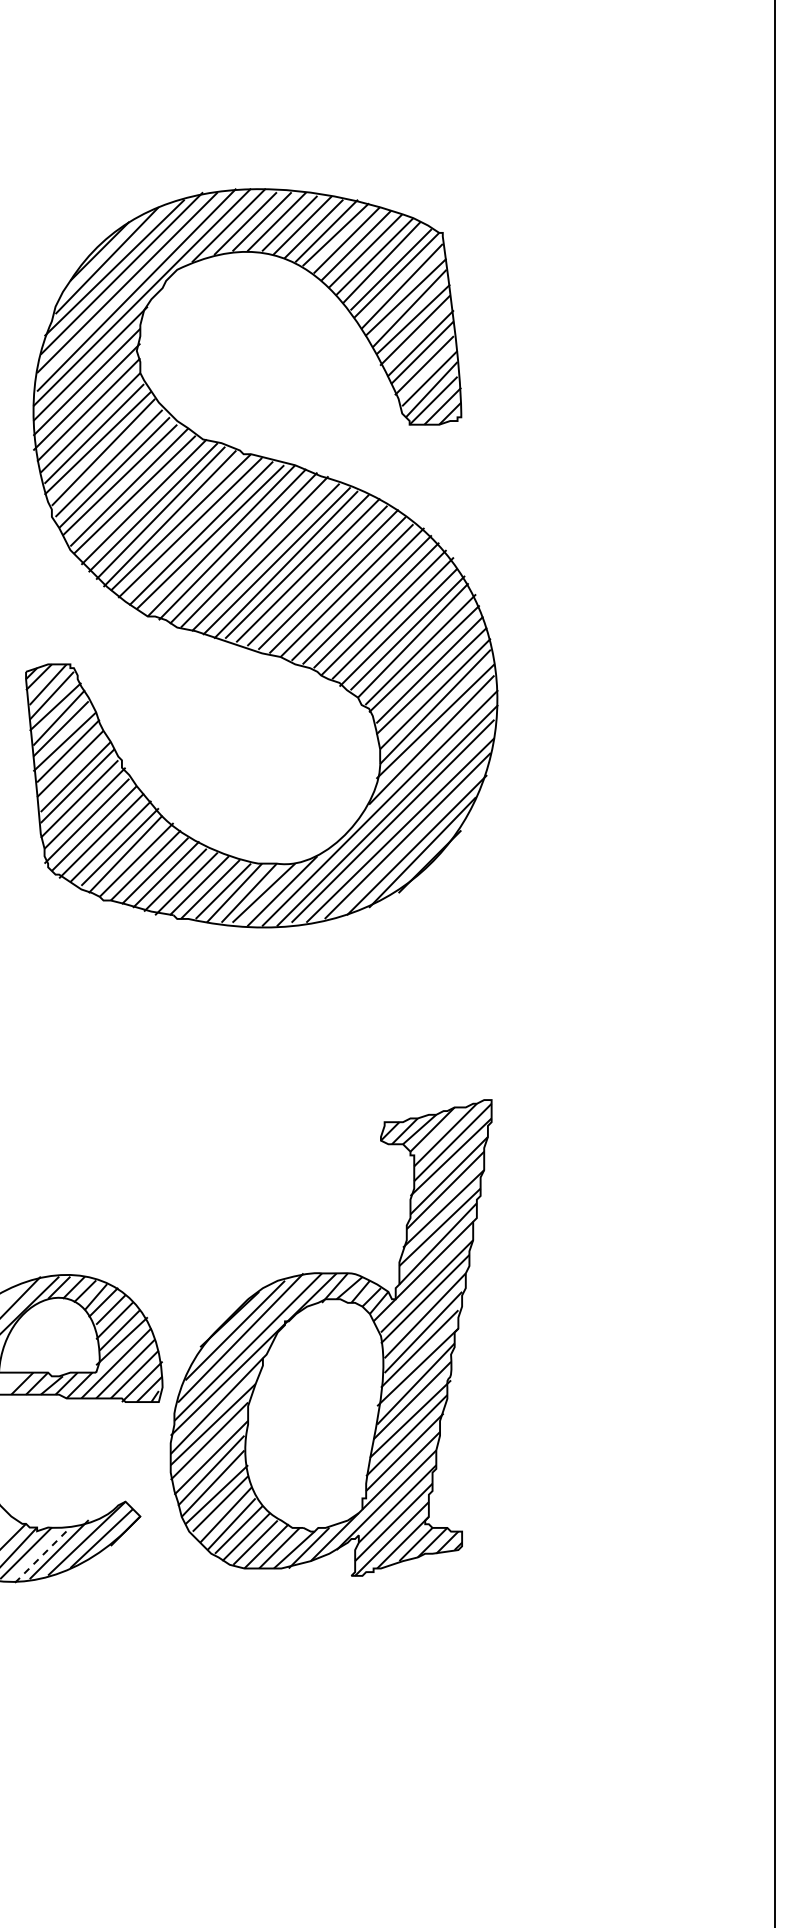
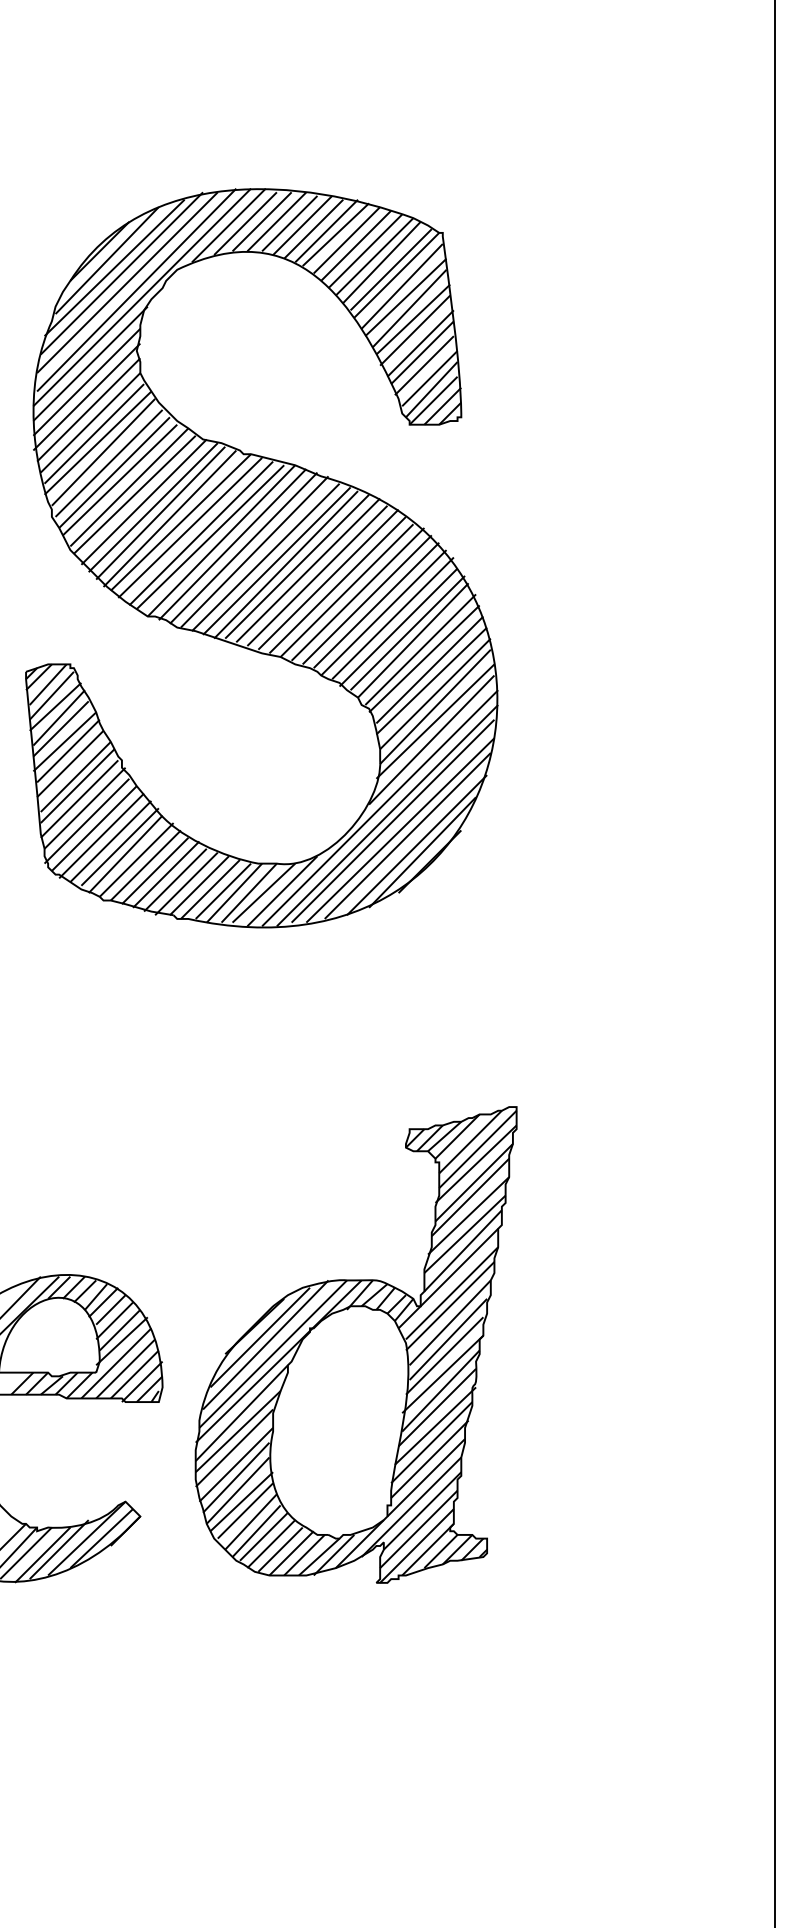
part at (330, 1337) position: (330, 1337) -> (355, 1344)
line at (43, 1554): dashed -> solid
